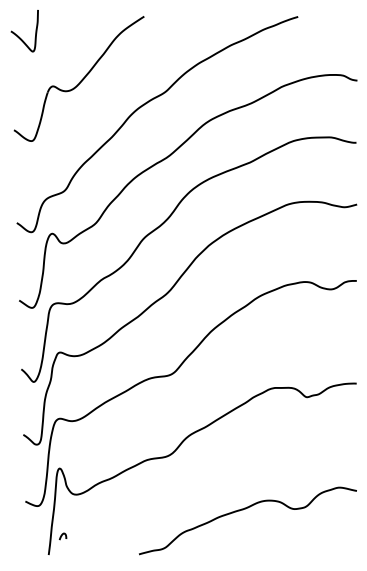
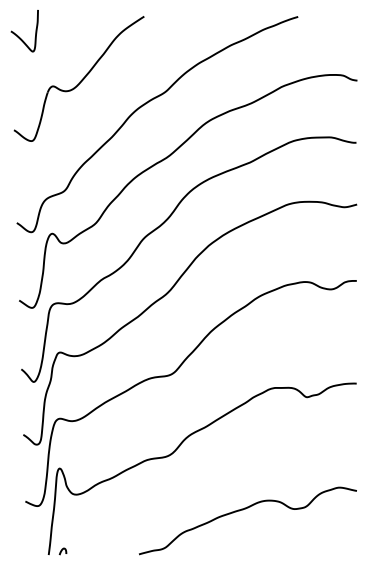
curve at (62, 536) position: (62, 536) -> (62, 551)
